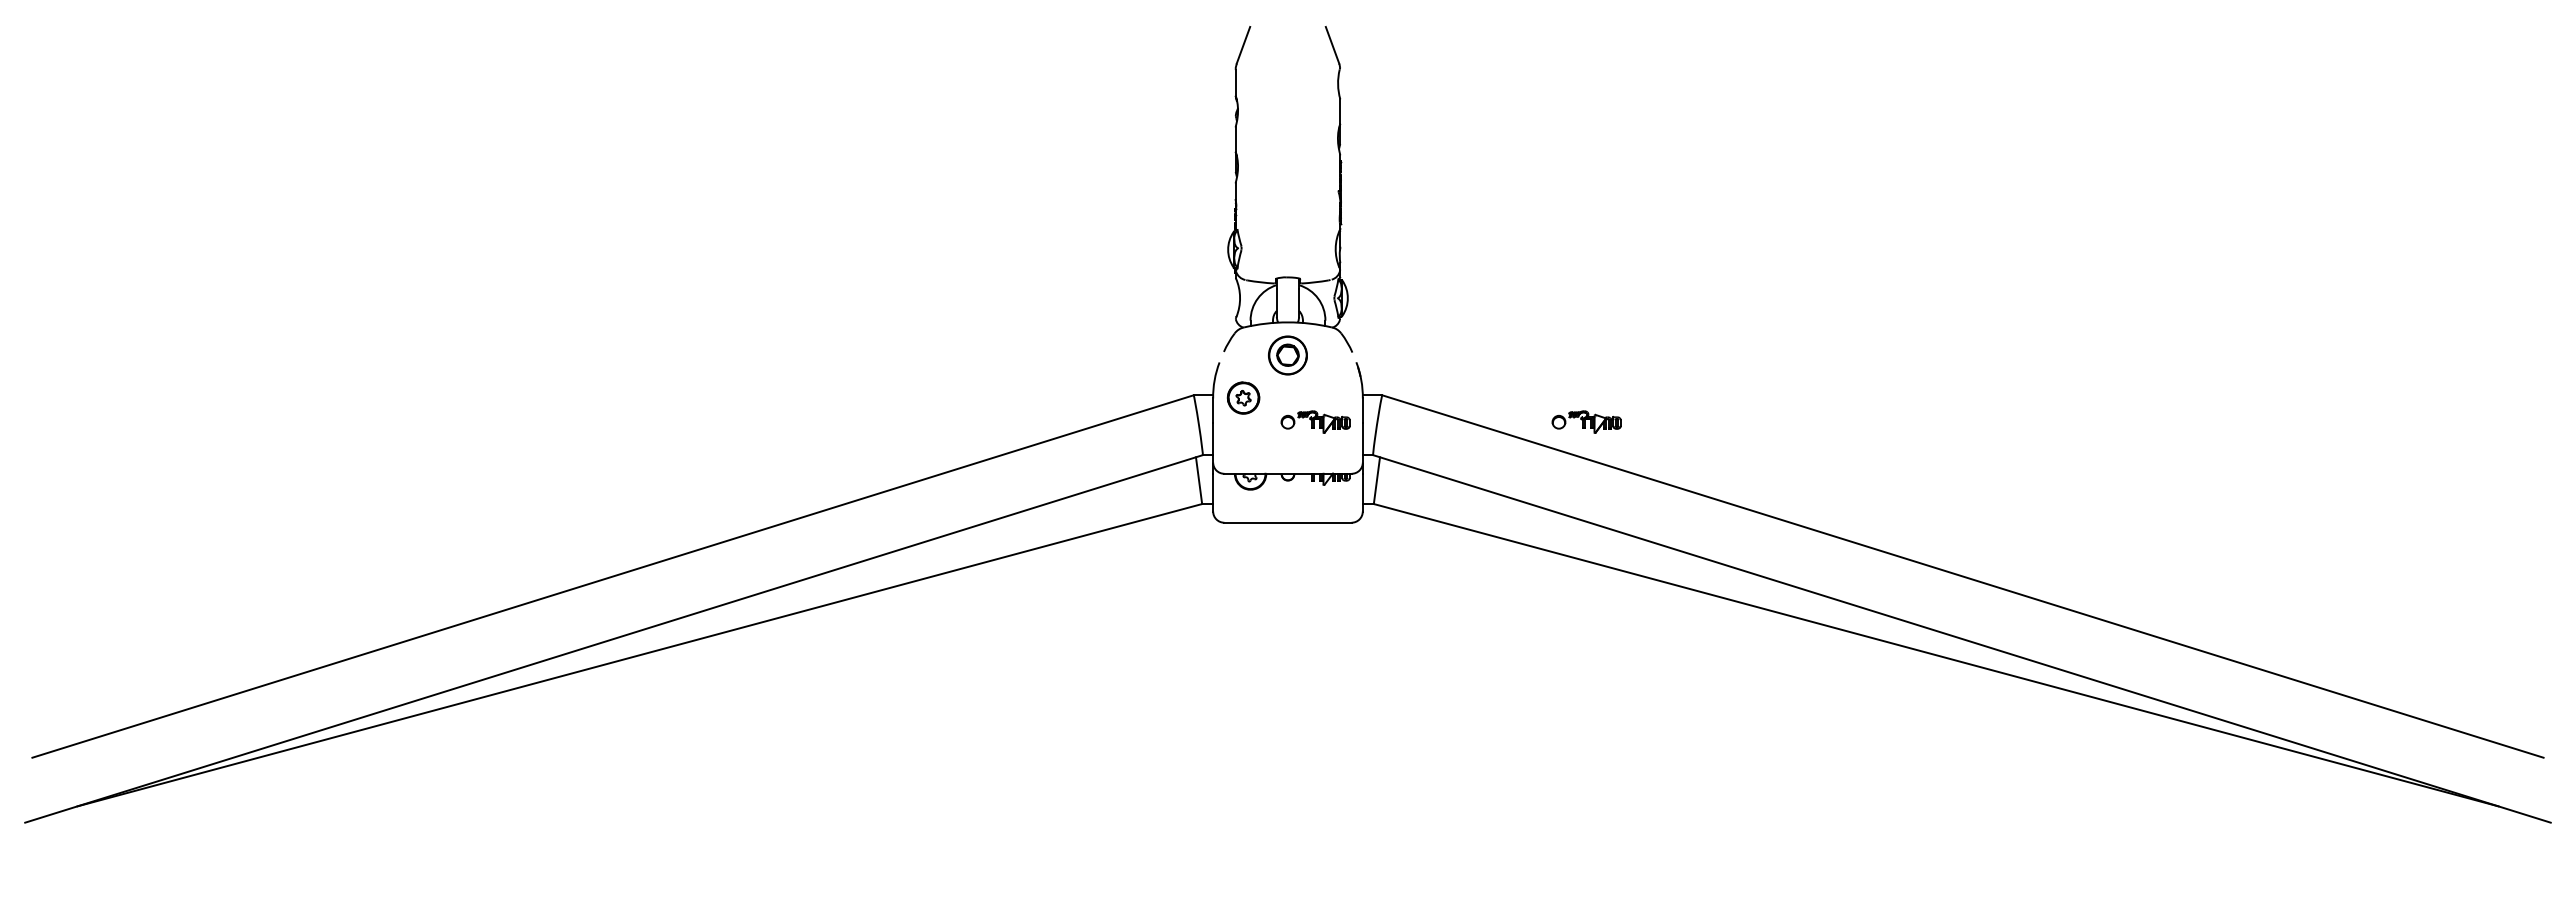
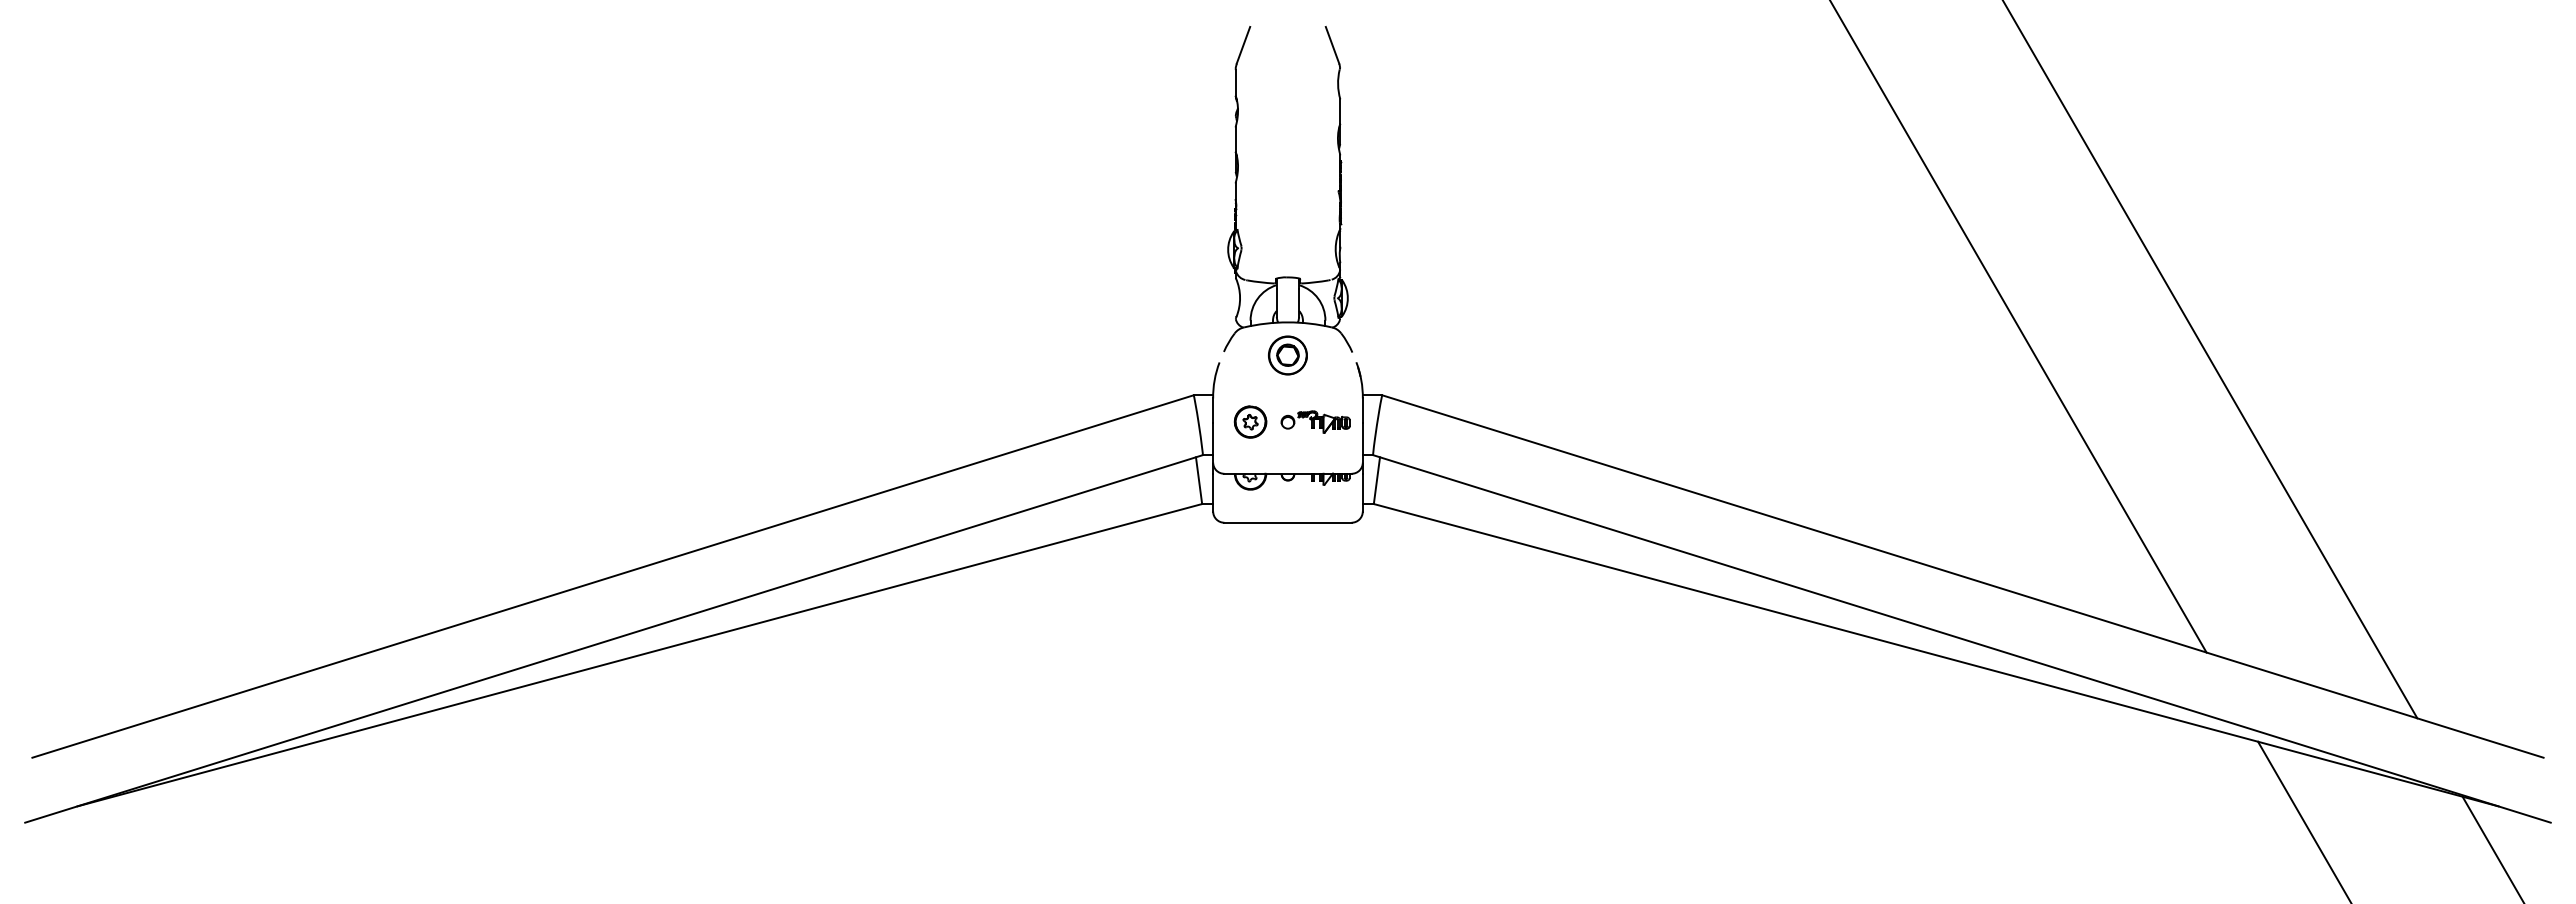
line at (2018, 327): none -> present
line at (2210, 360): none -> present
part at (1243, 397) position: (1243, 397) -> (1250, 421)
part at (1586, 421): present -> none
line at (2303, 820): none -> present
line at (2492, 848): none -> present
